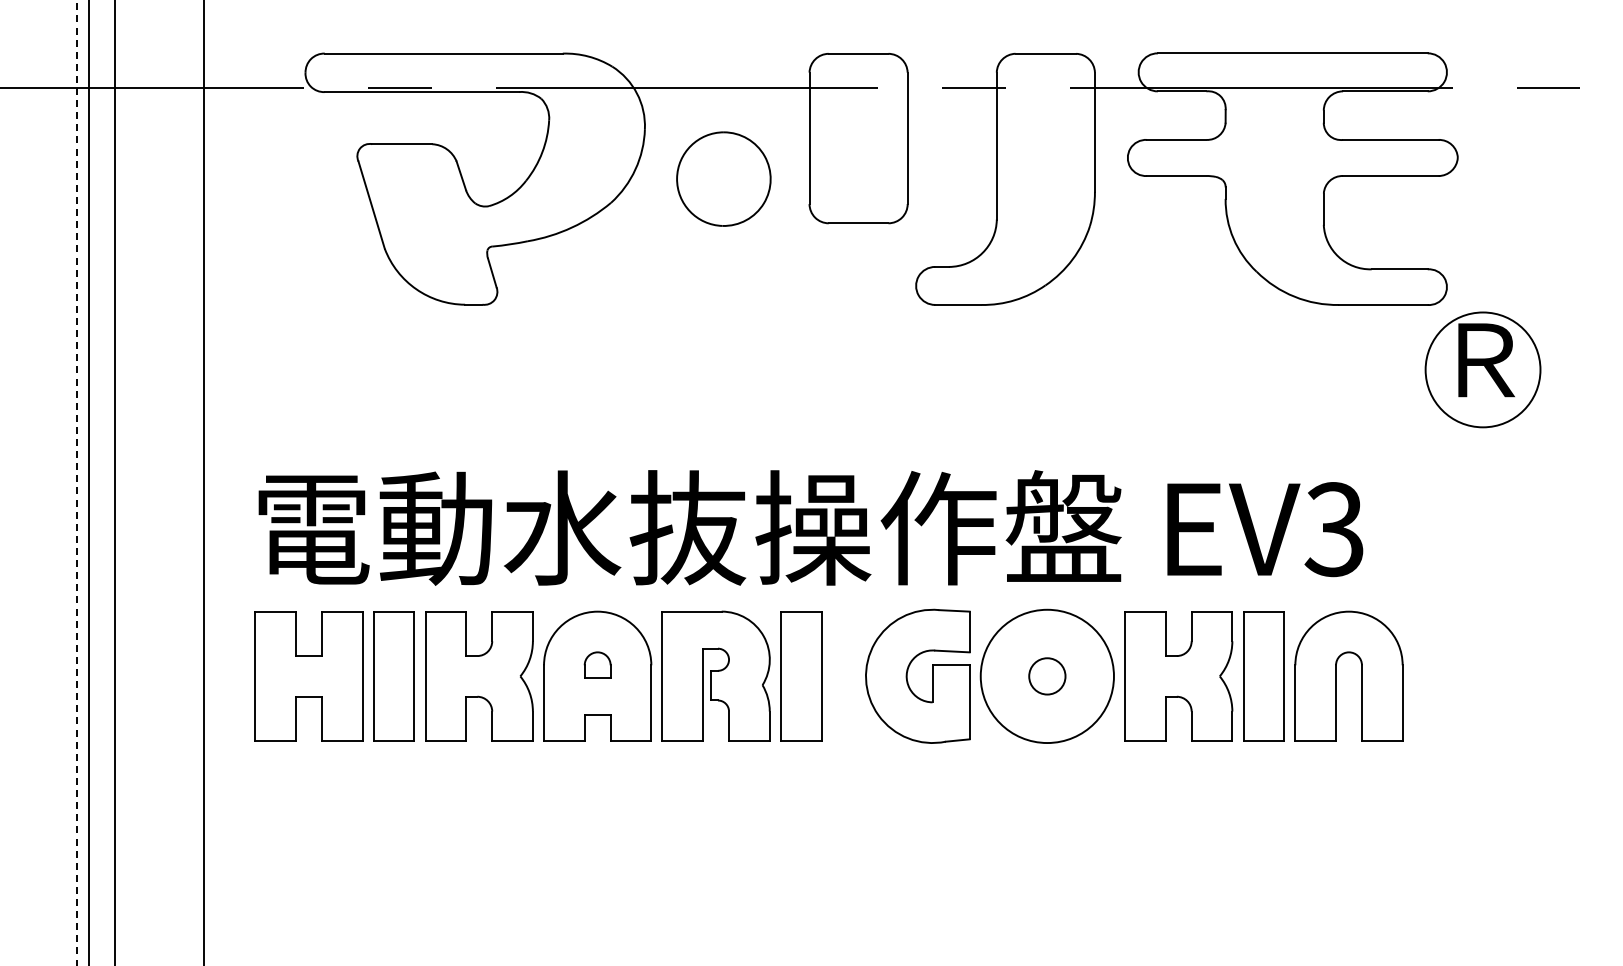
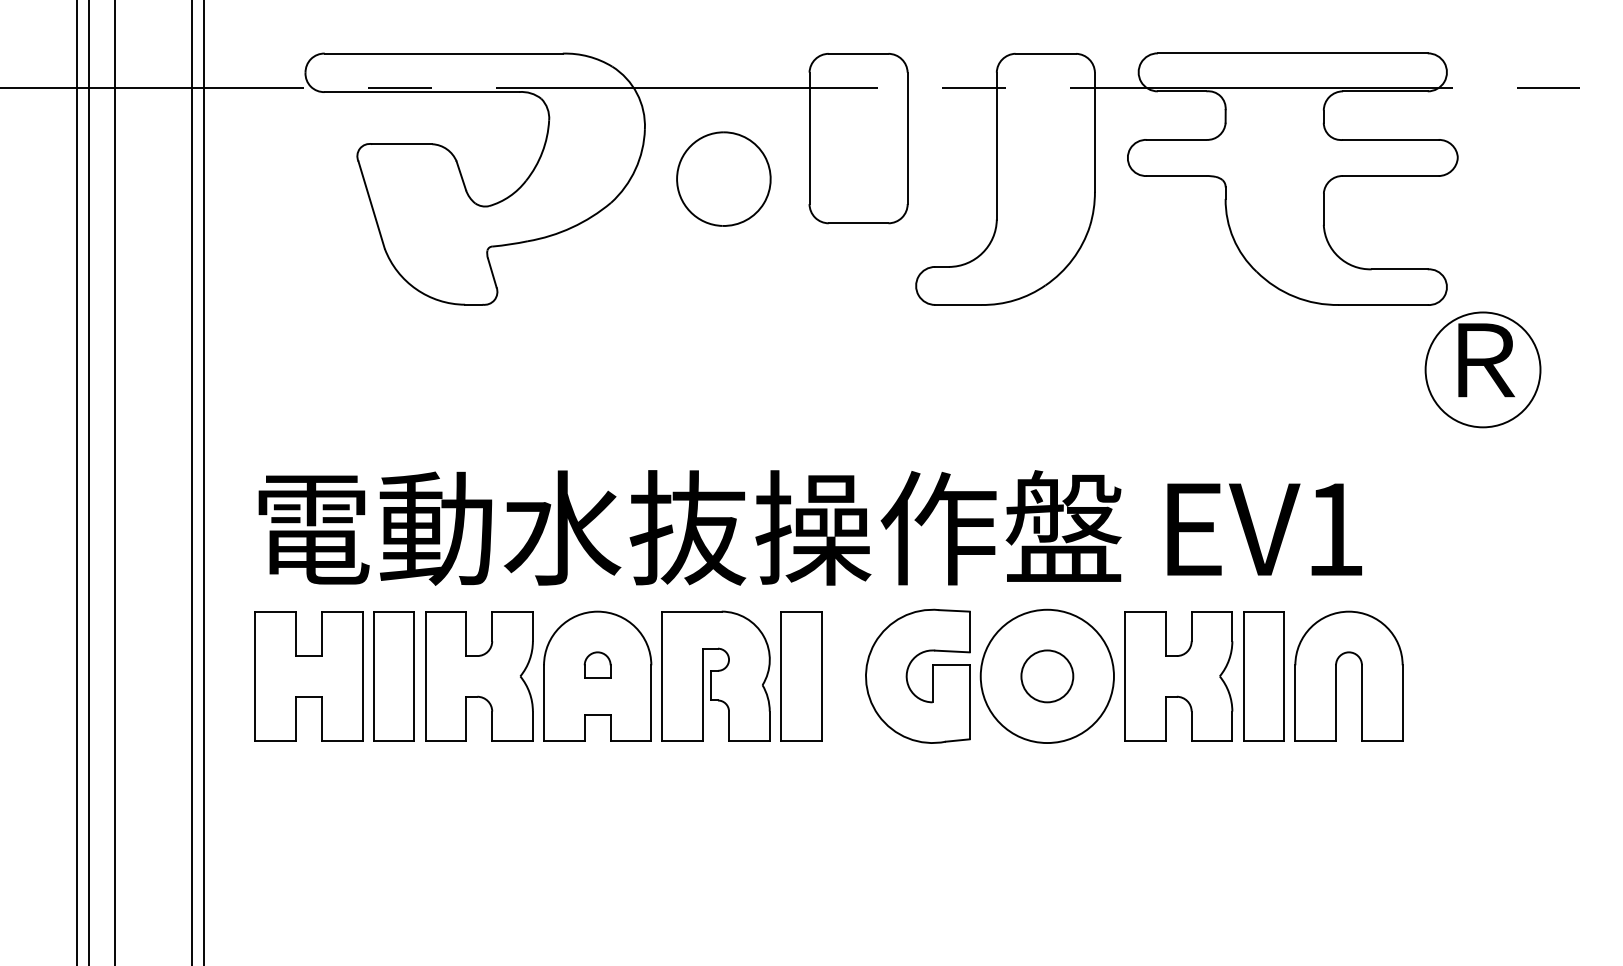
line at (191, 482): none -> present
line at (76, 483): dashed -> solid
text at (1333, 529): EV3 -> EV1
circle at (1047, 676) diameter: 36 px -> 52 px
